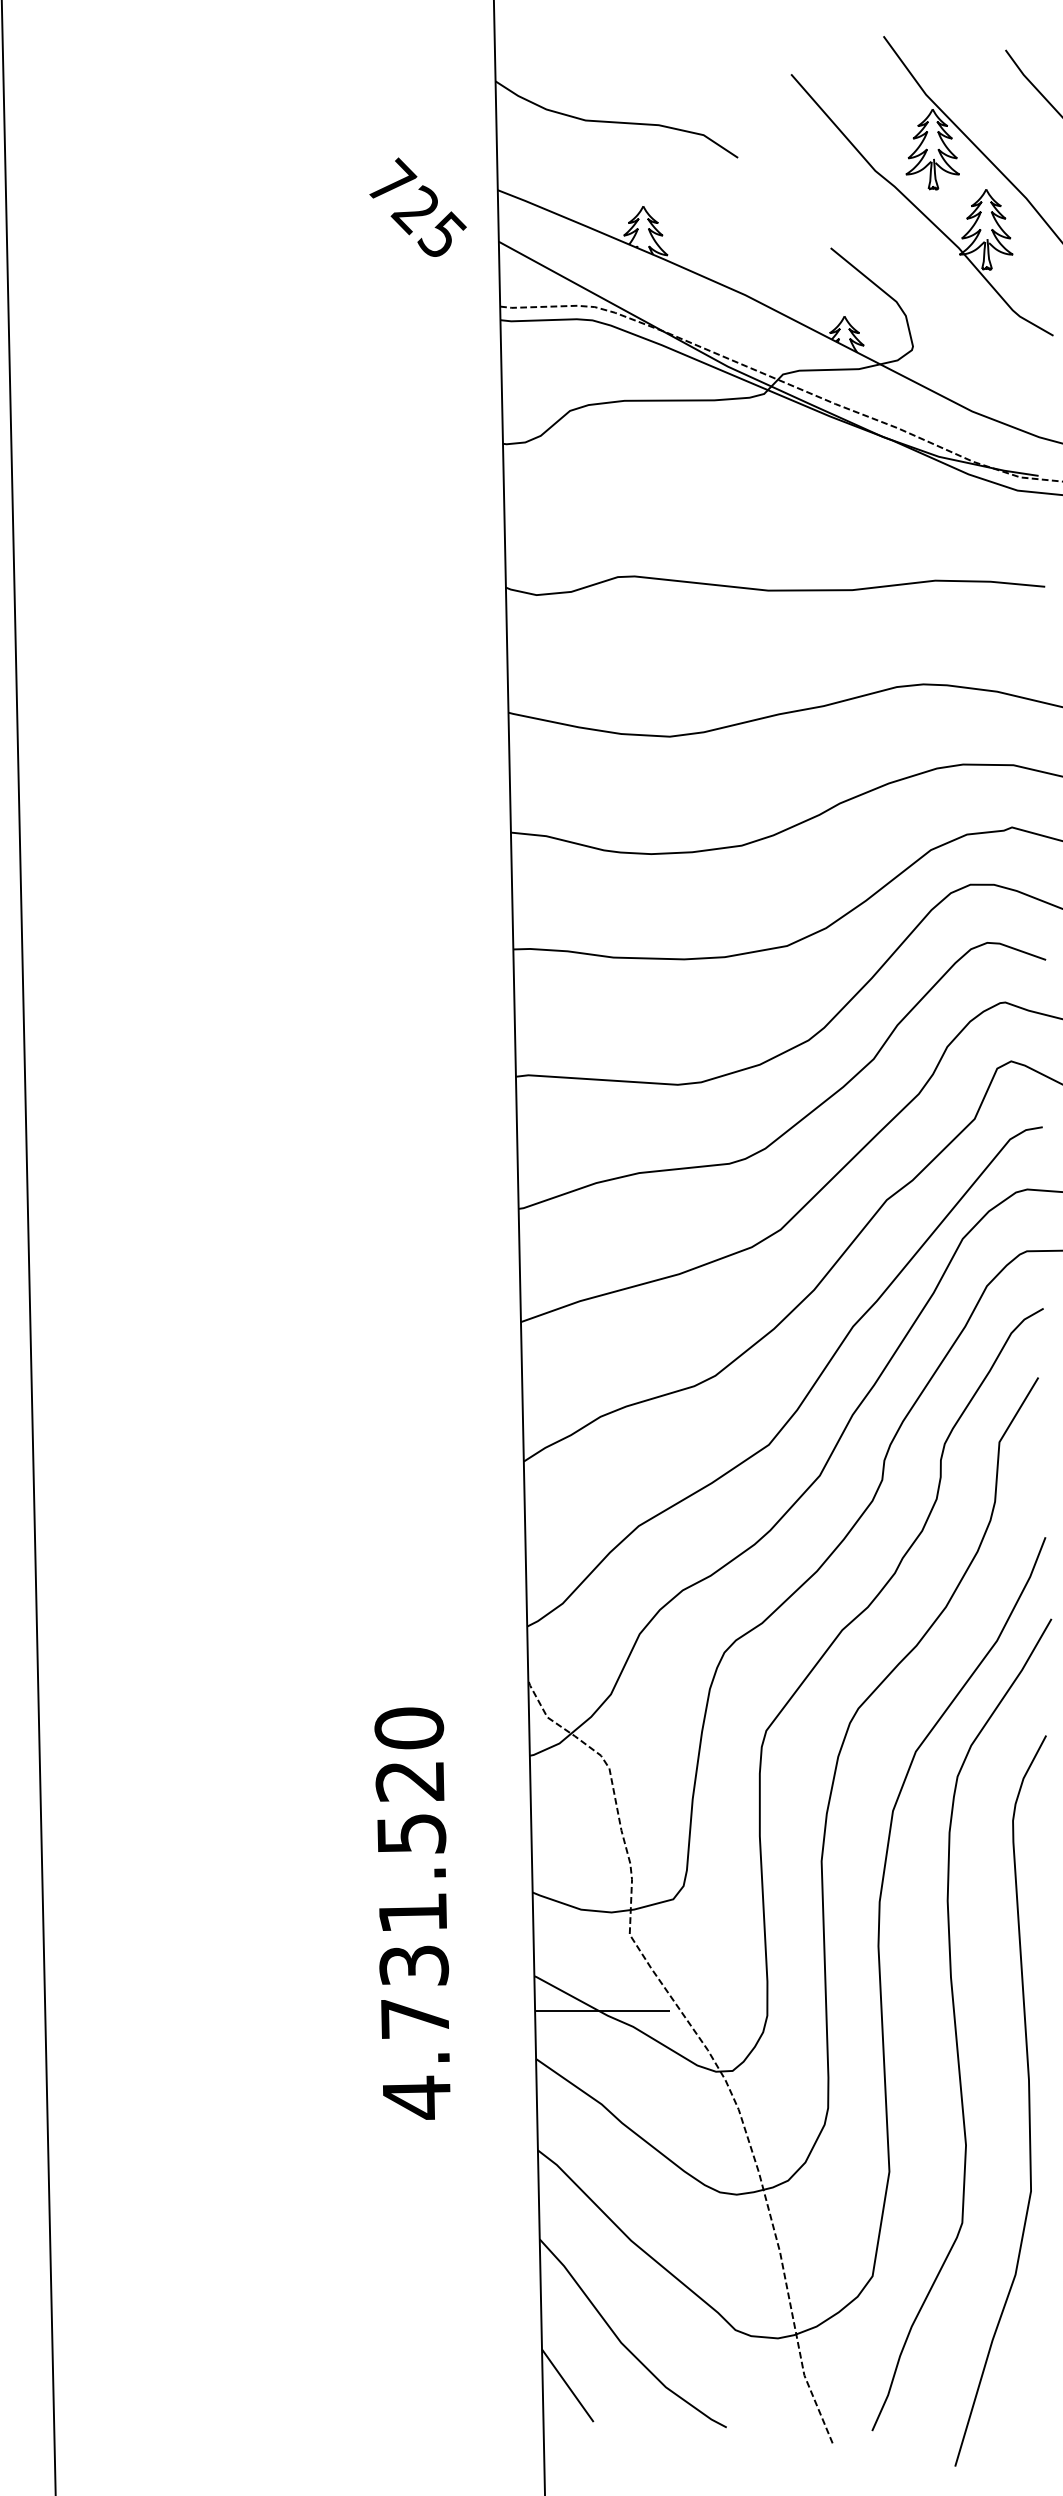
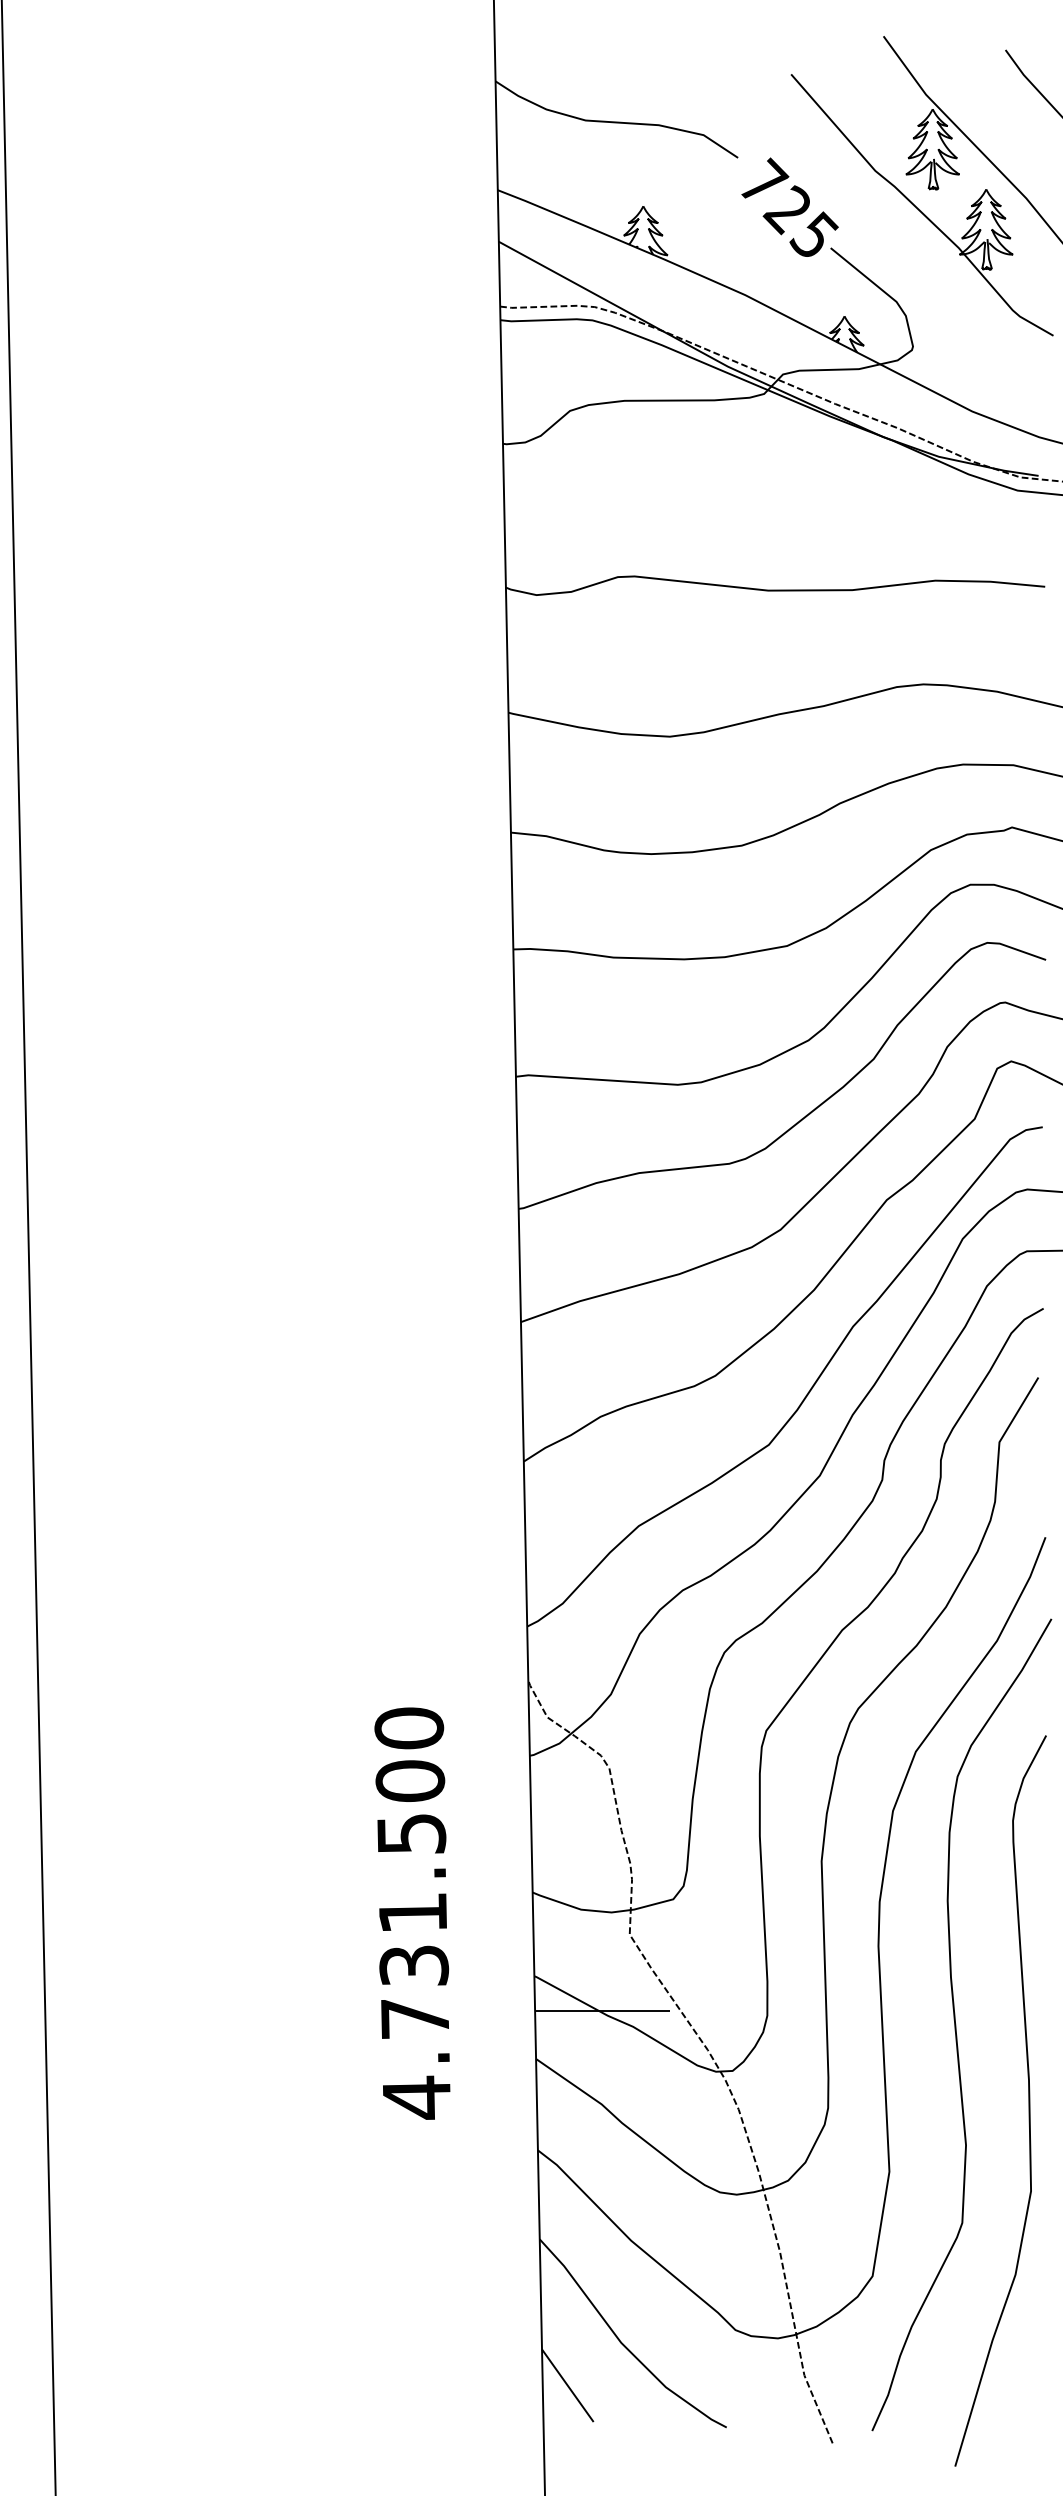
text at (417, 206) position: (417, 206) -> (789, 206)
text at (410, 1780): 4.731.520 -> 4.731.500
